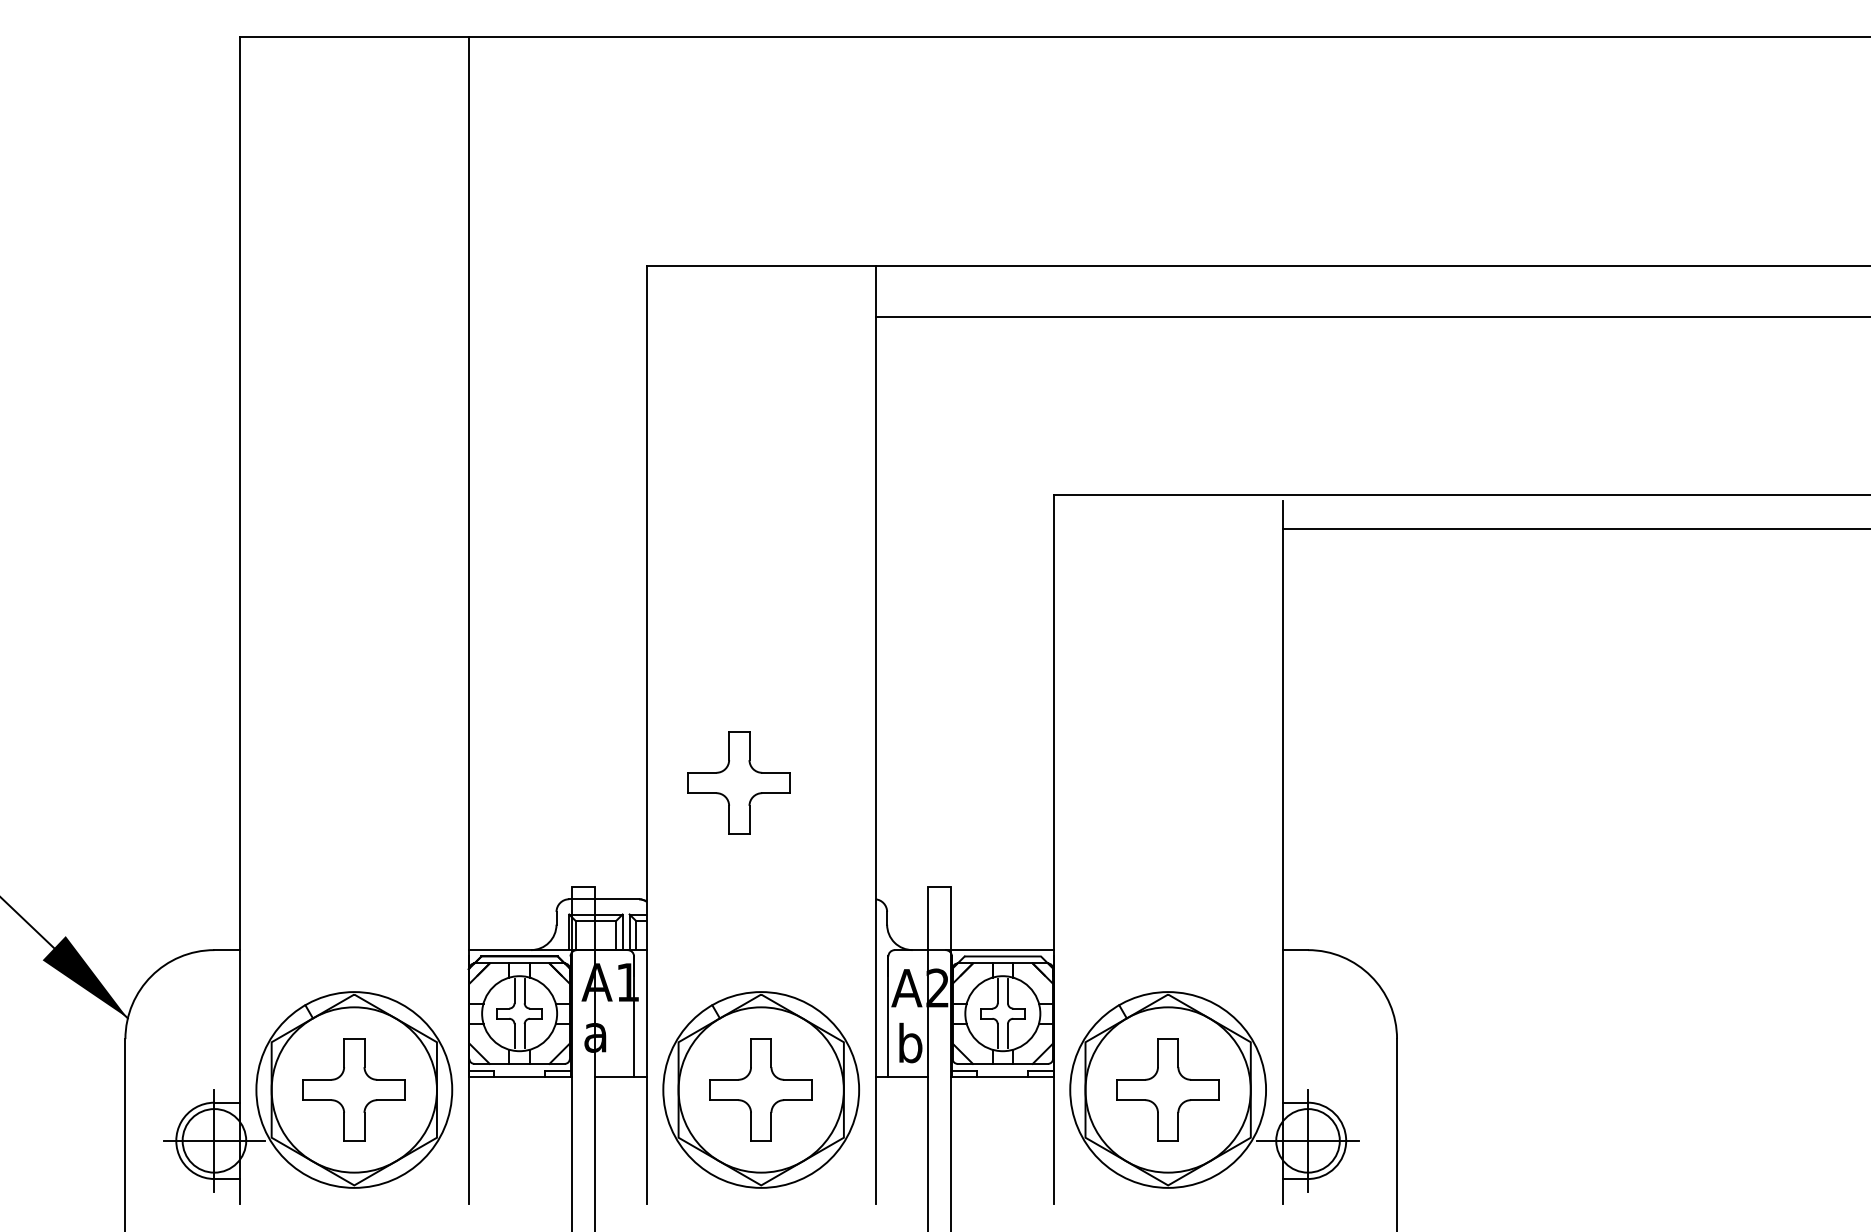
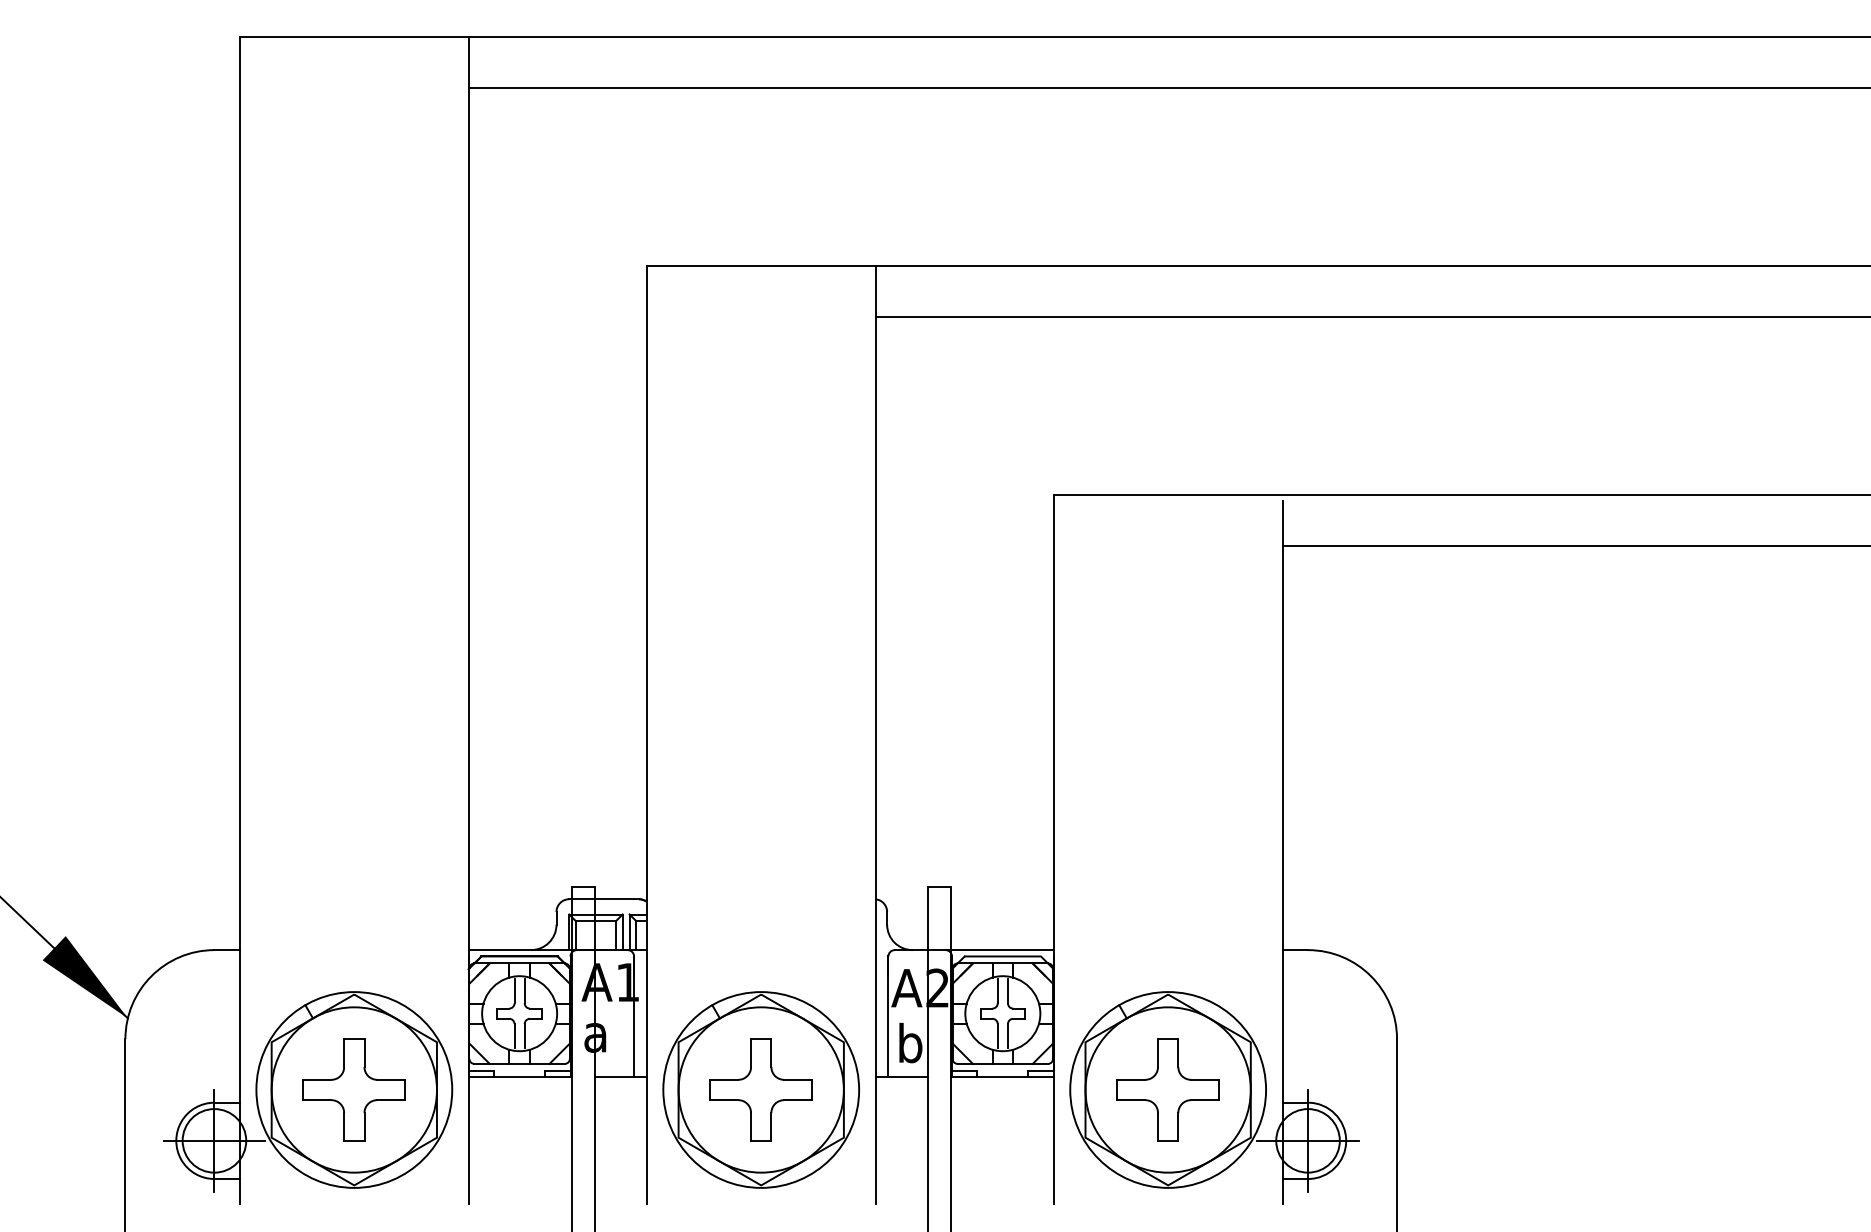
line at (1167, 87): none -> present
line at (1574, 528) position: (1574, 528) -> (1574, 545)
part at (738, 782): present -> none
